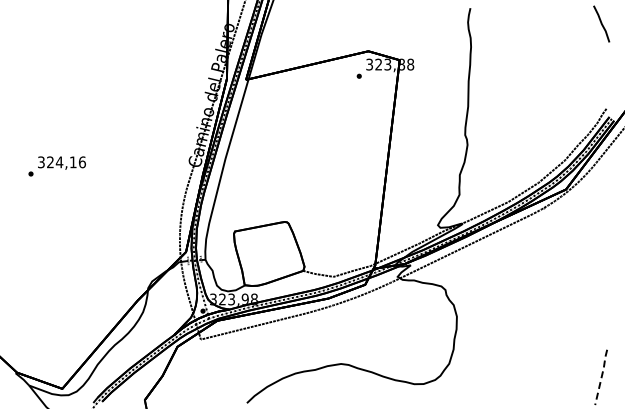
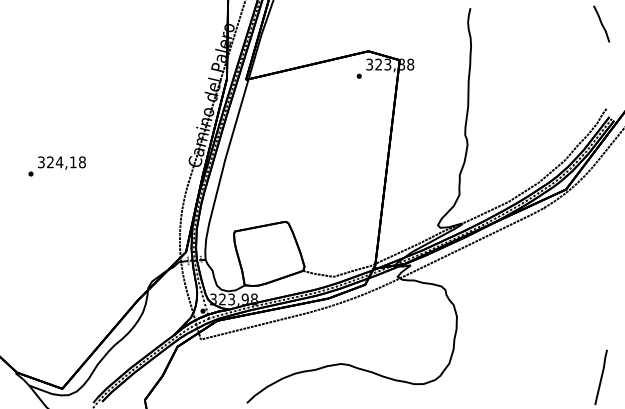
text at (81, 162): 324,16 -> 324,18
line at (601, 376): dashed -> solid
